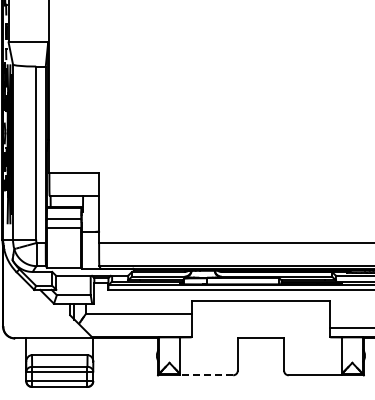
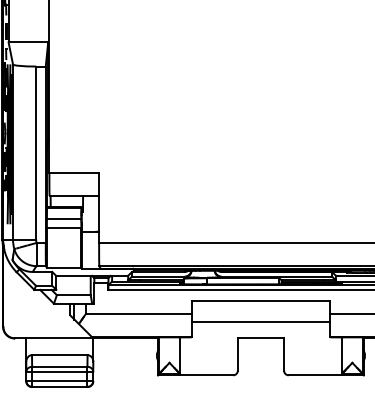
line at (260, 322): none -> present
line at (350, 327) position: (350, 327) -> (350, 313)
line at (206, 375): dashed -> solid
